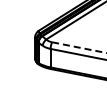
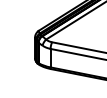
line at (79, 47): dashed -> solid
